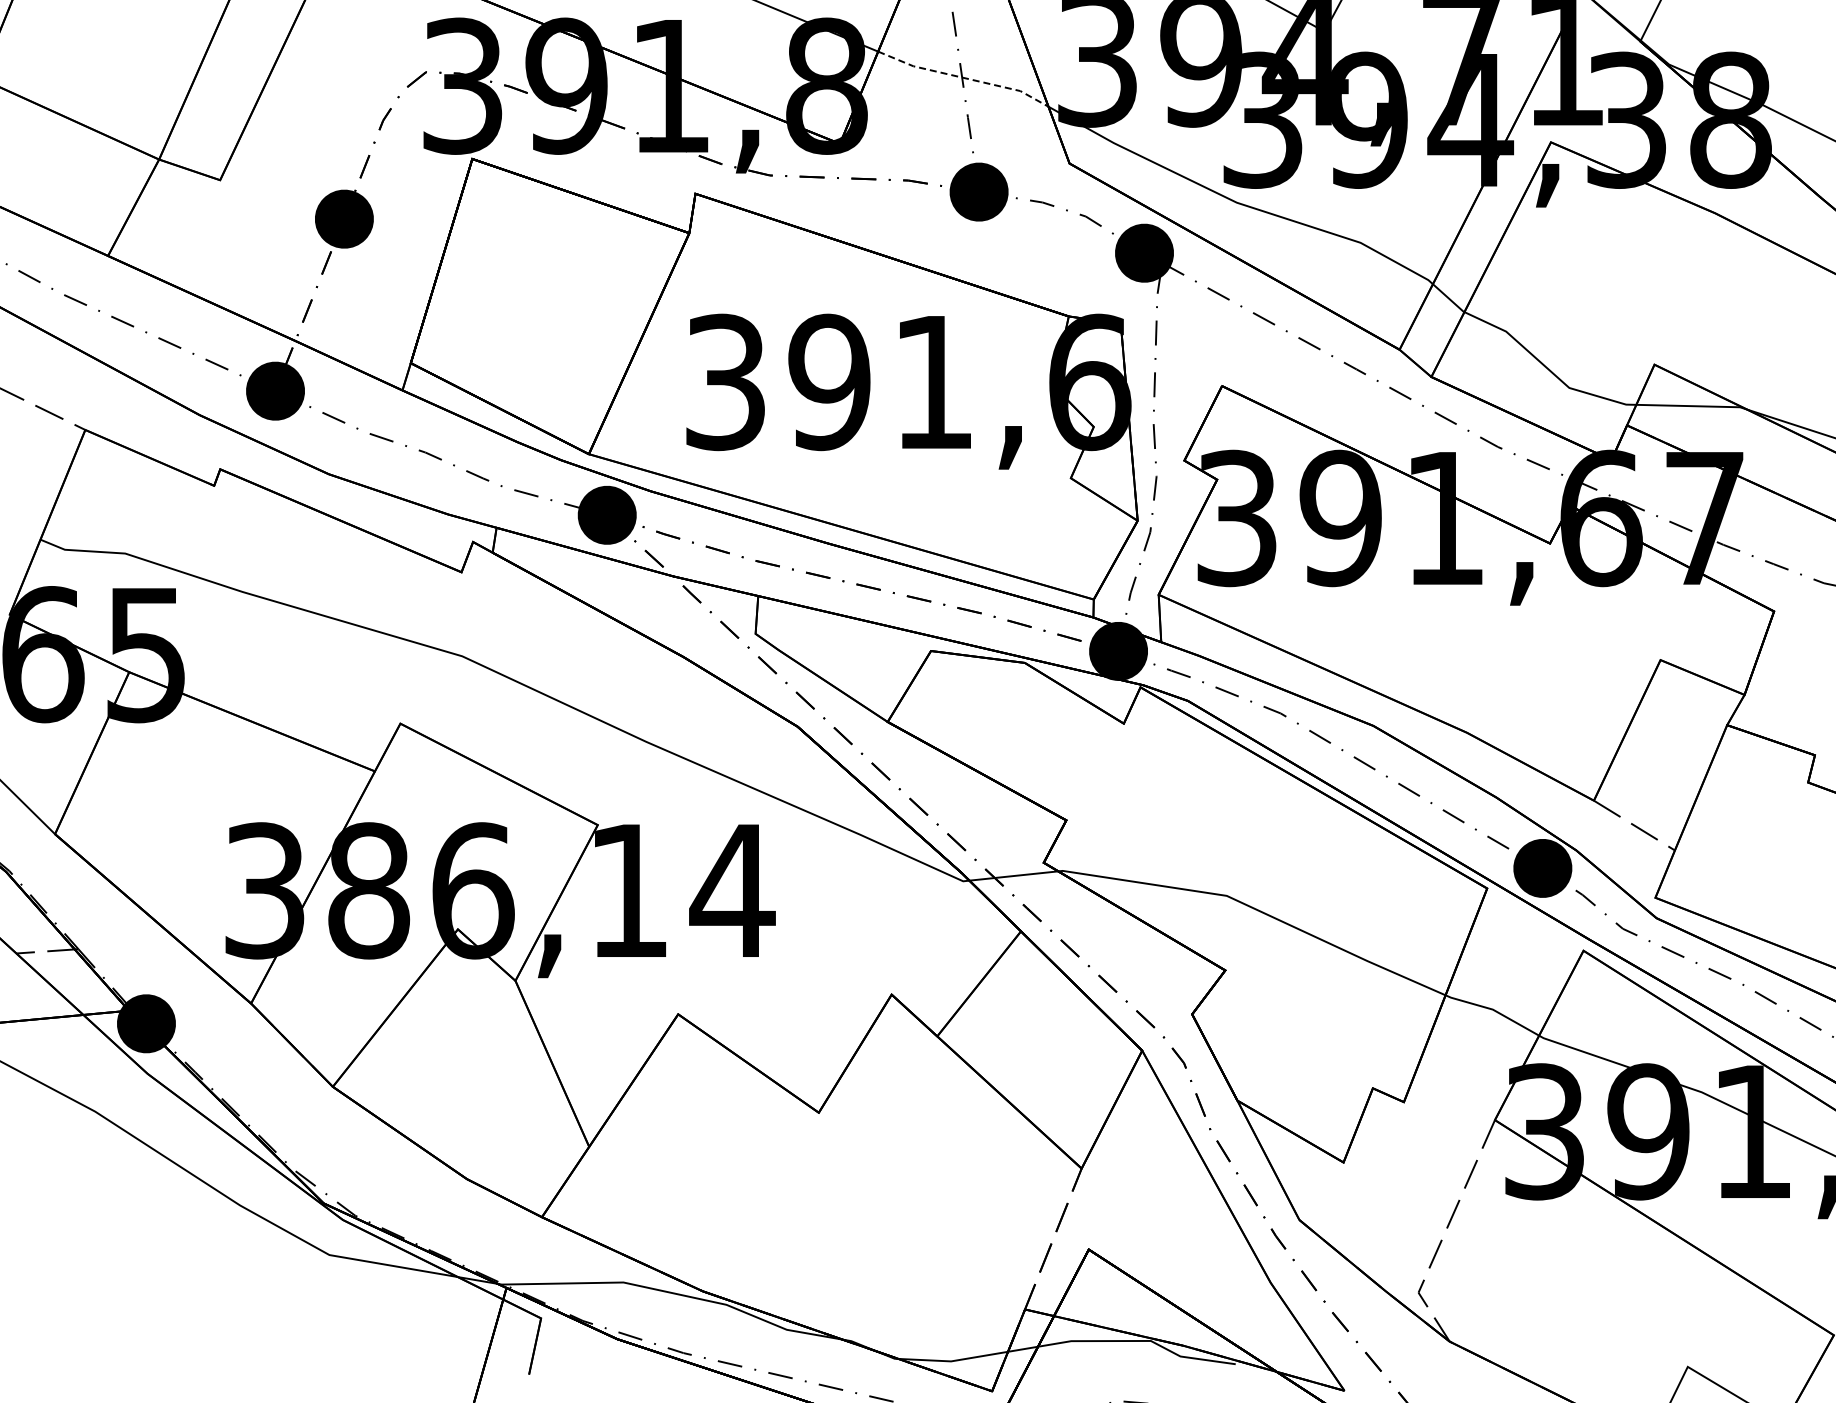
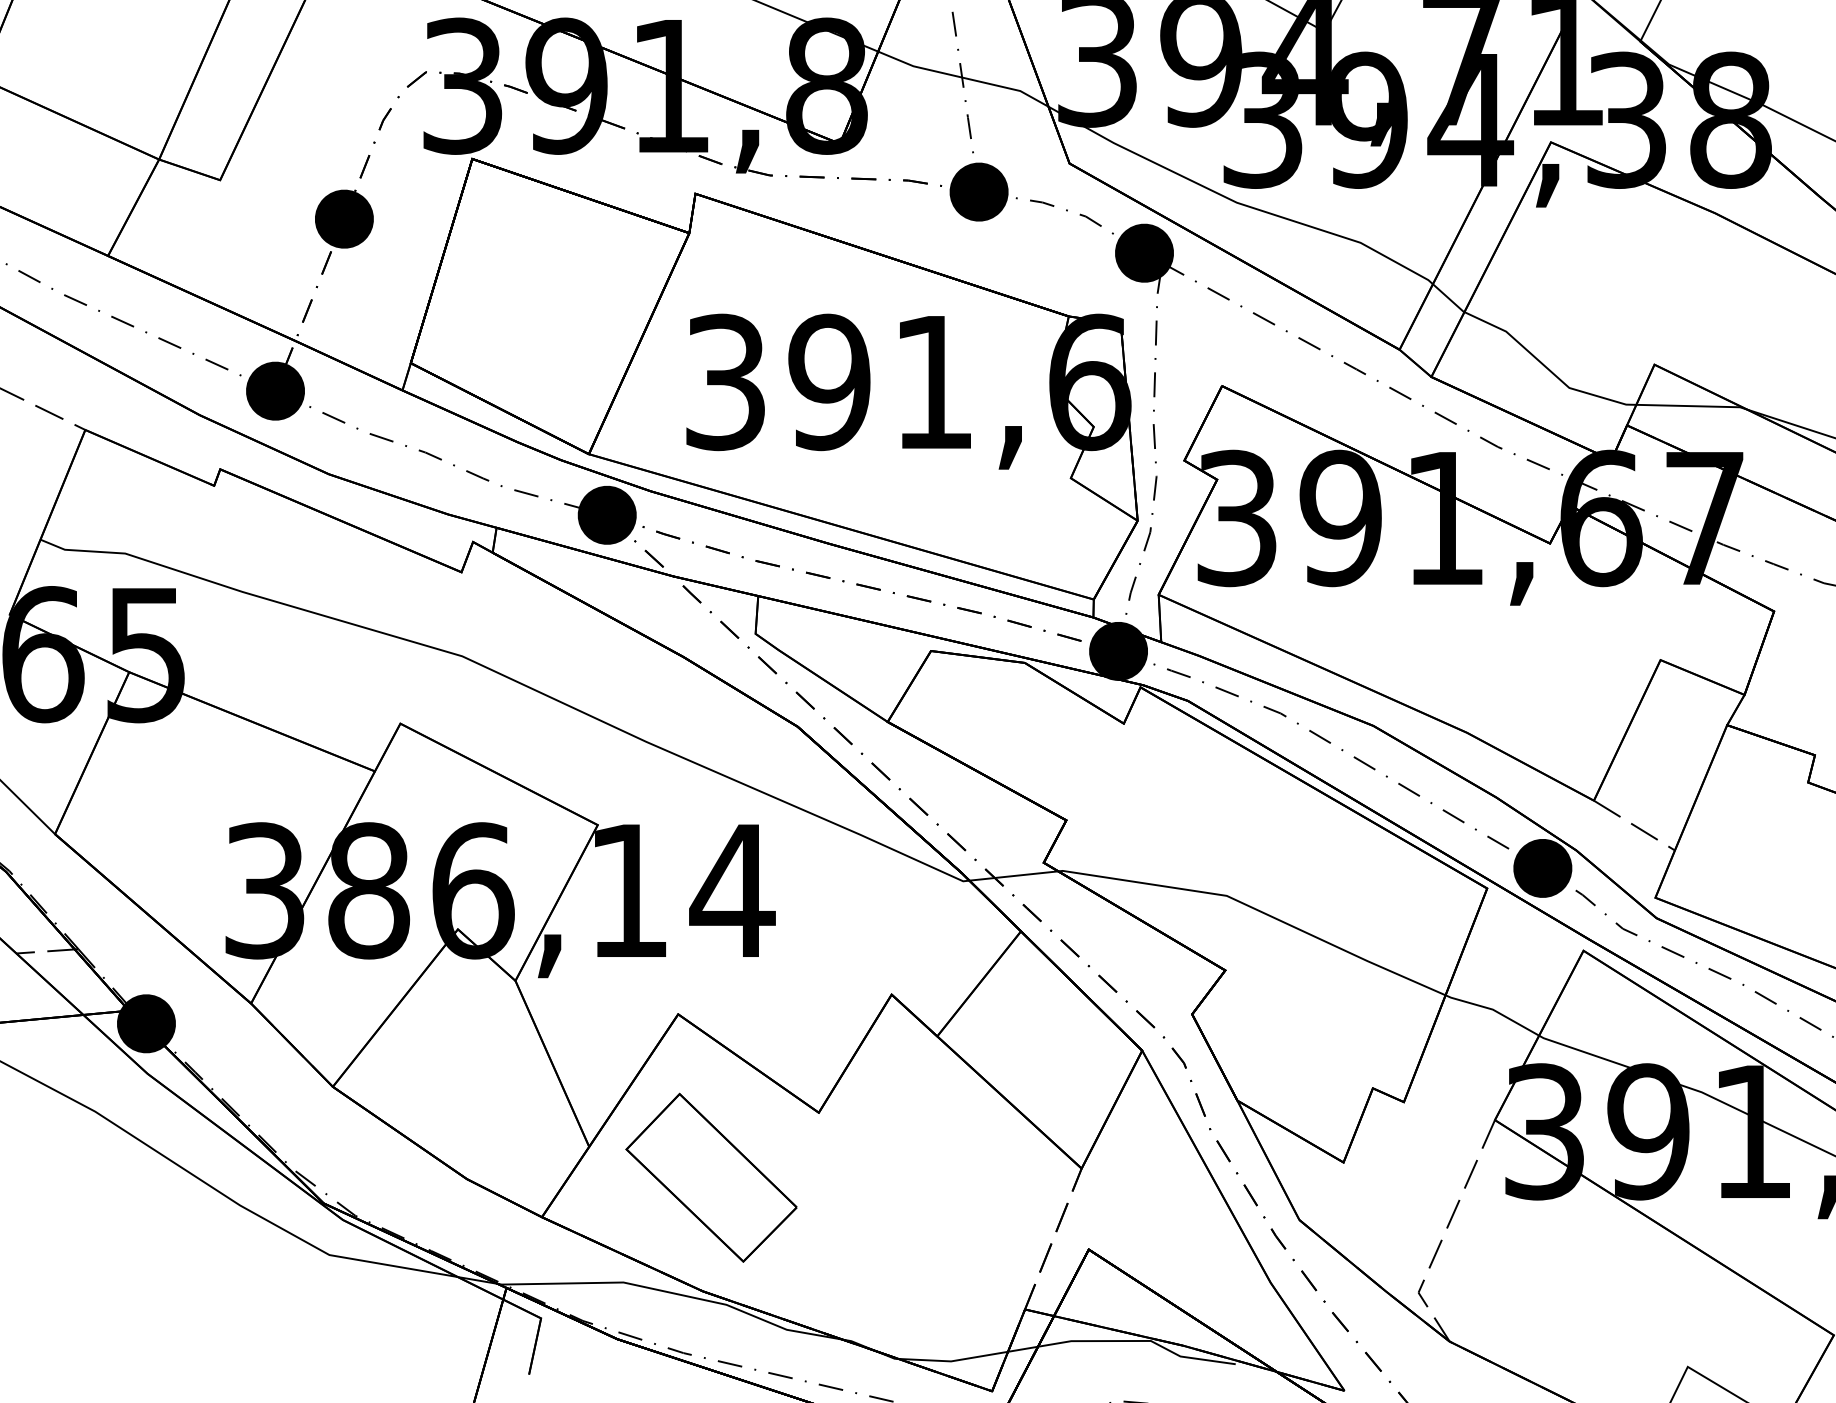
line at (963, 77): dashed -> solid
part at (711, 1177): none -> present
